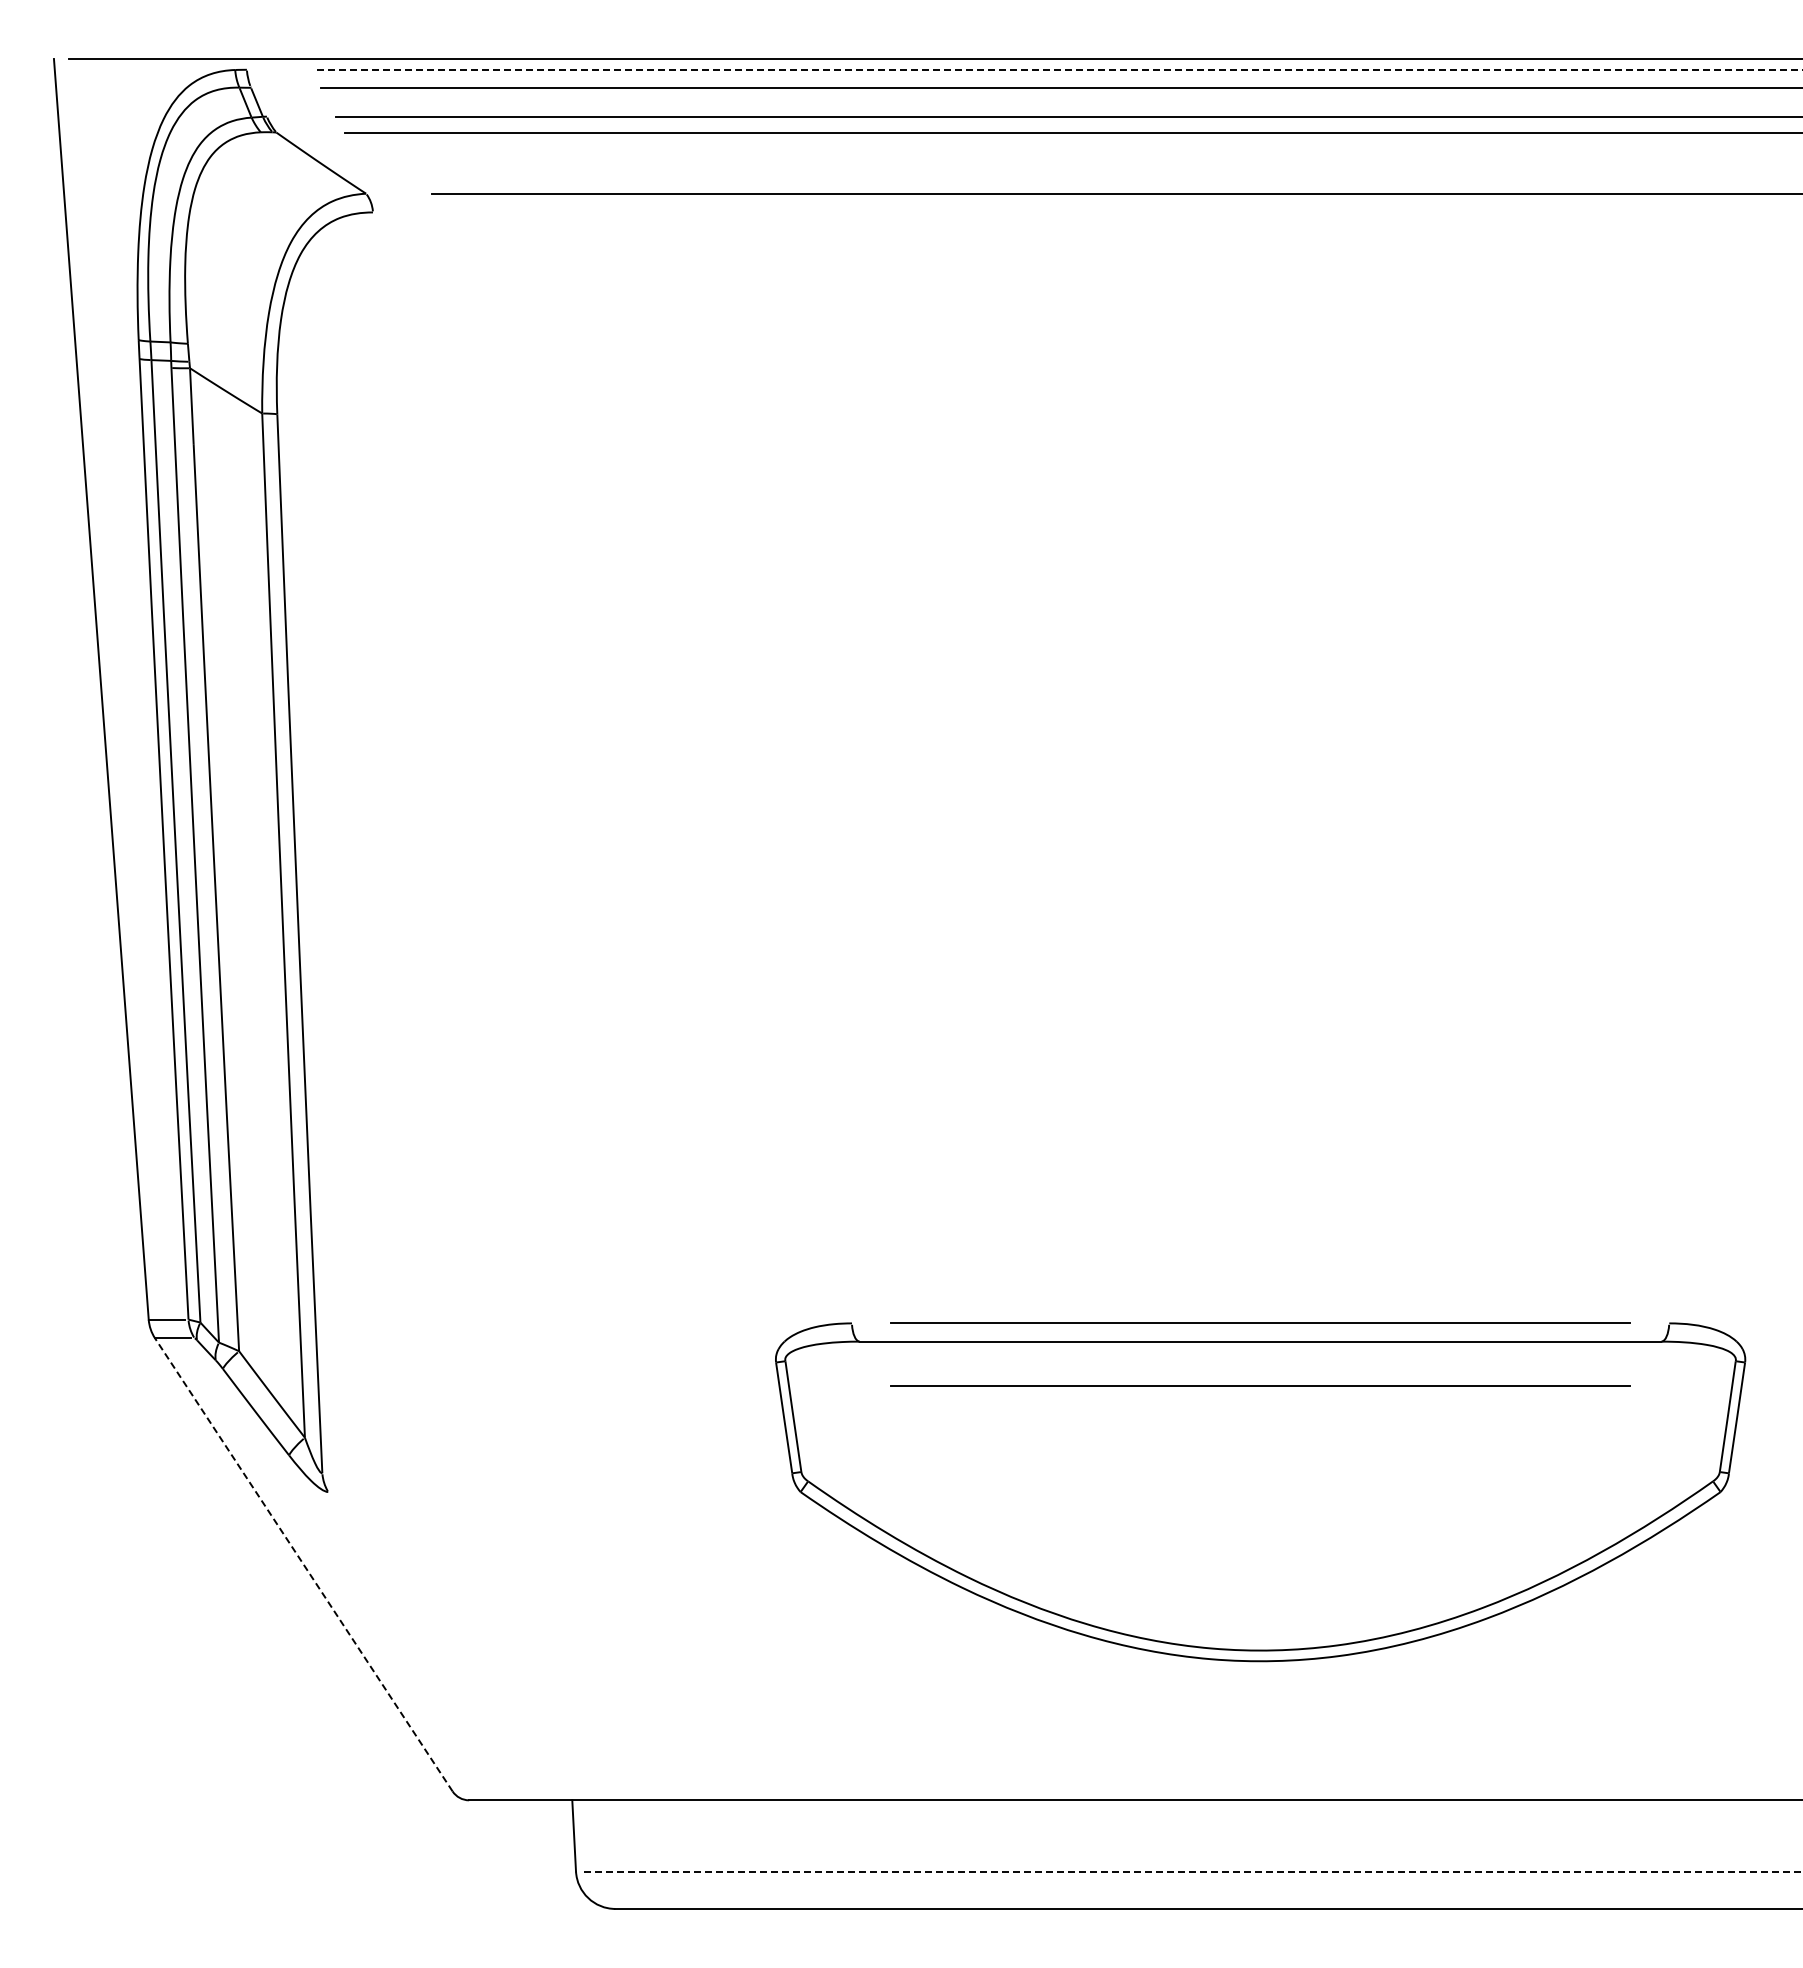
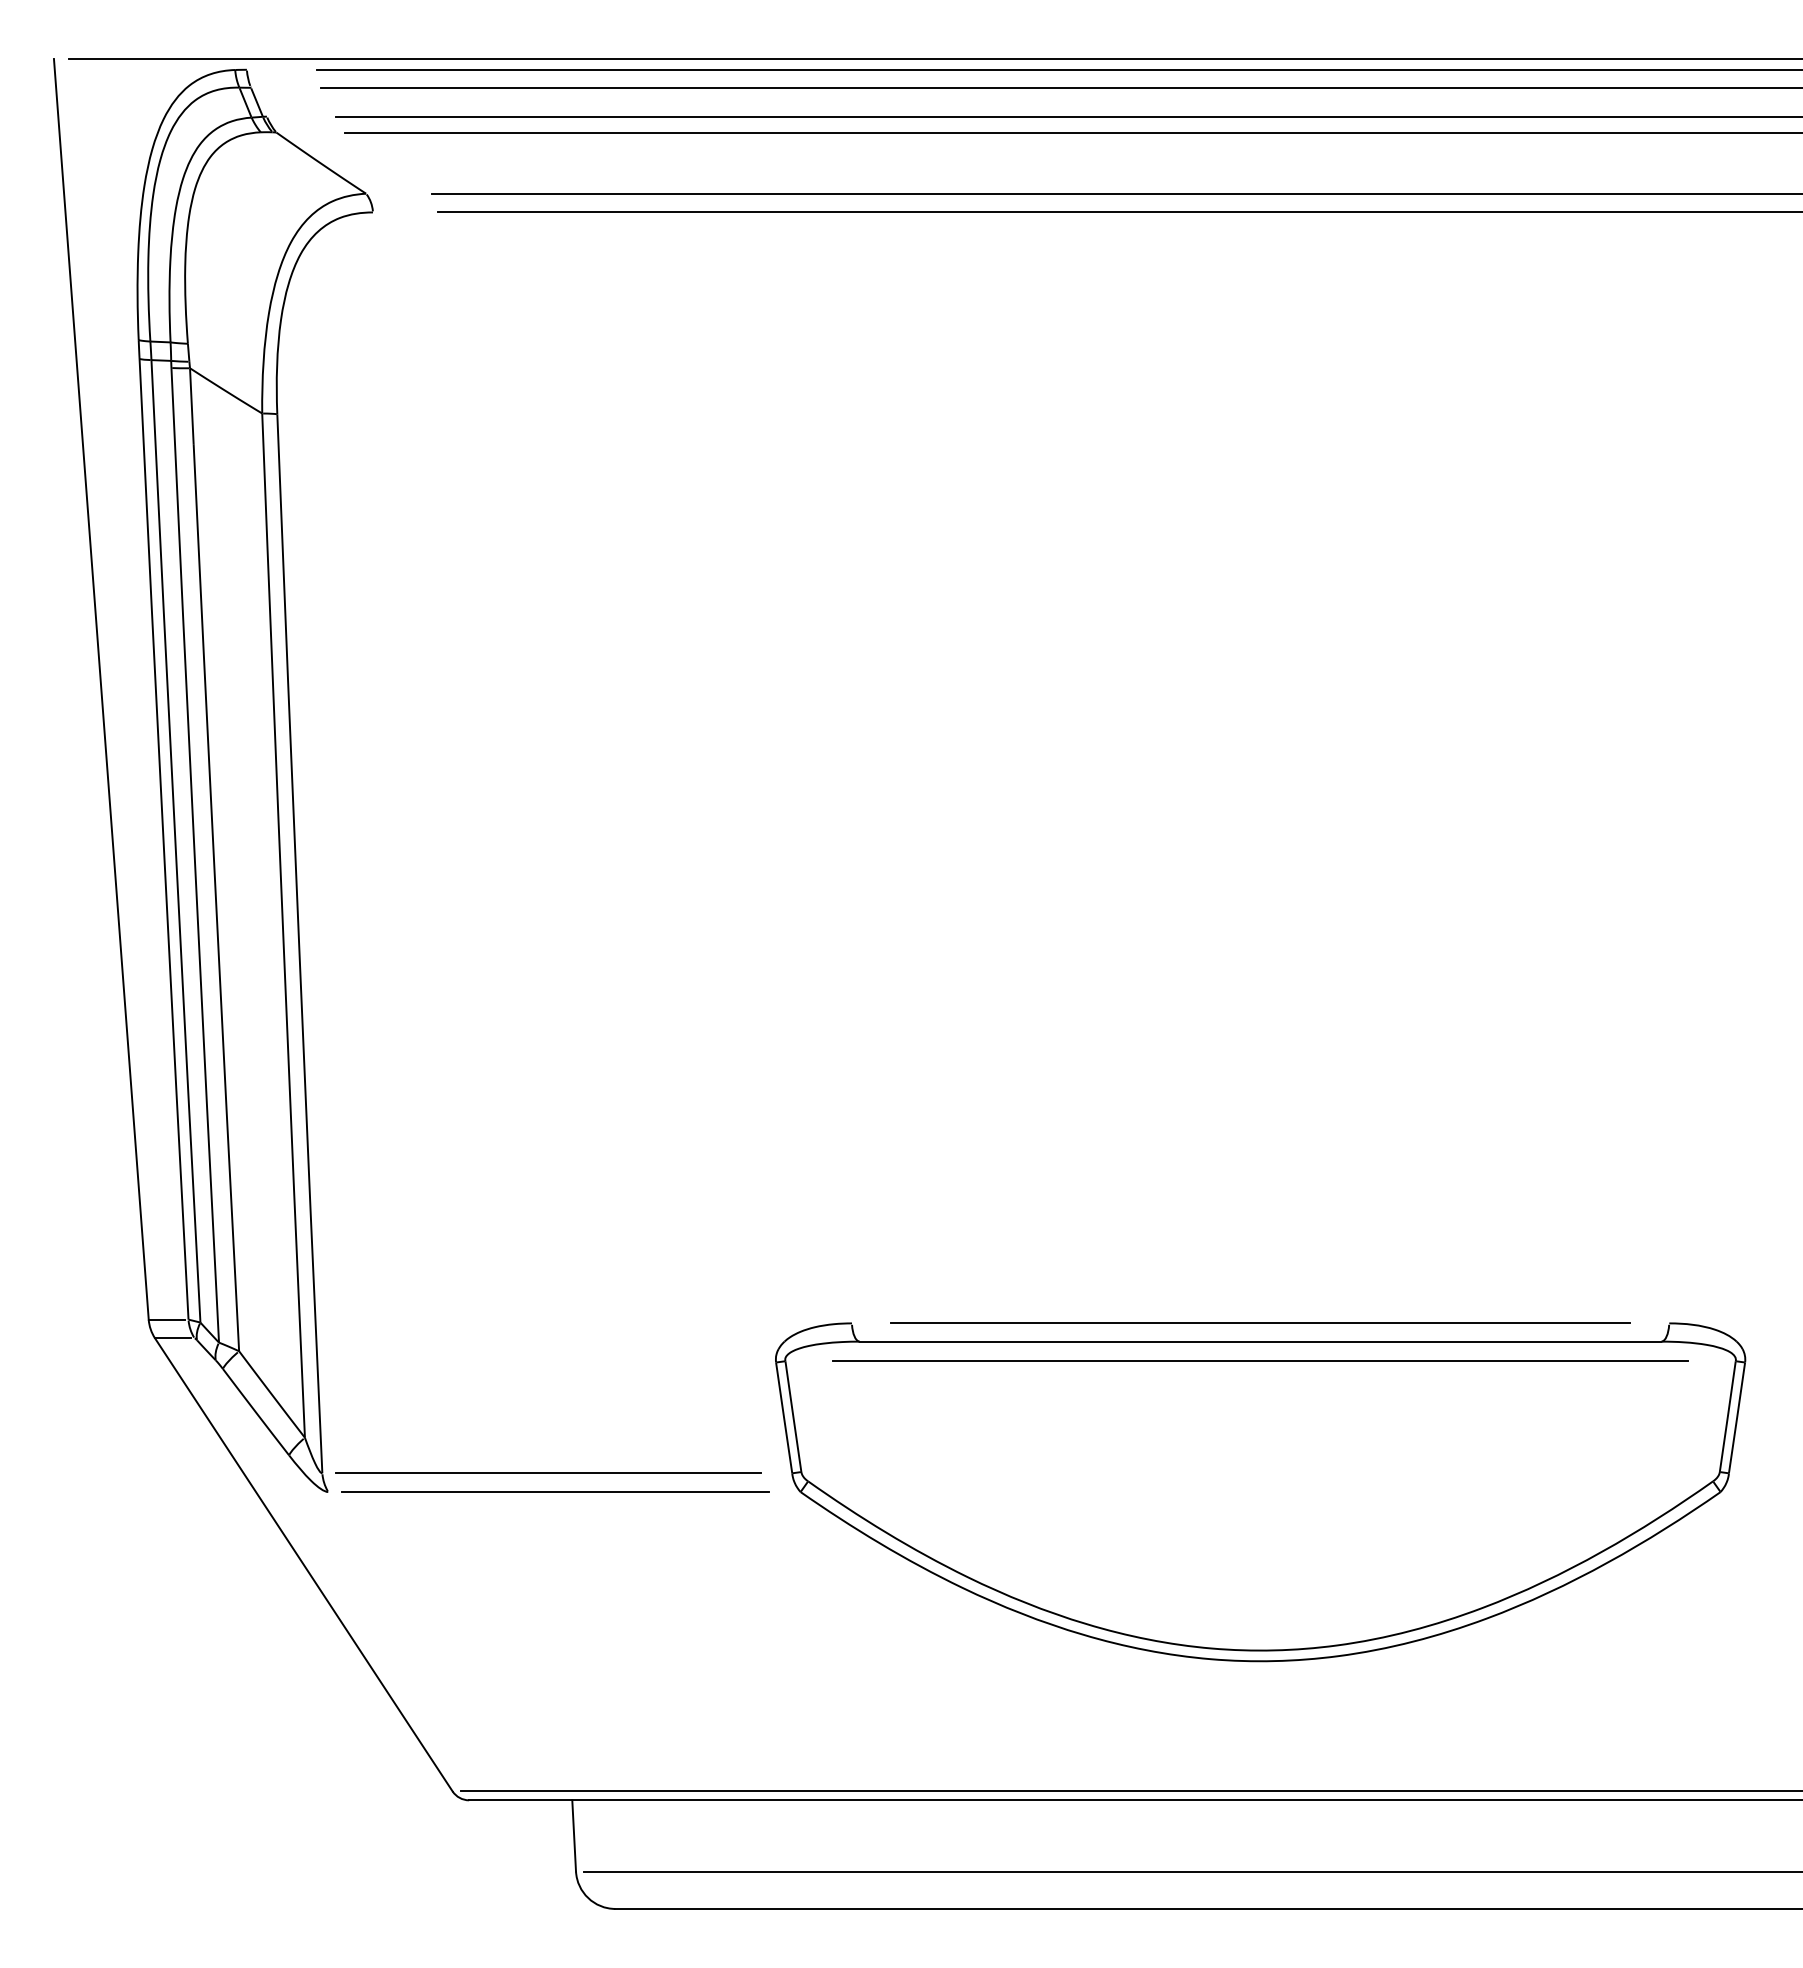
line at (1059, 69): dashed -> solid
line at (1118, 212): none -> present
line at (1260, 1360): none -> present
line at (1260, 1385): present -> none
line at (548, 1472): none -> present
line at (555, 1492): none -> present
line at (303, 1564): dashed -> solid
line at (1130, 1791): none -> present
line at (1194, 1871): dashed -> solid
